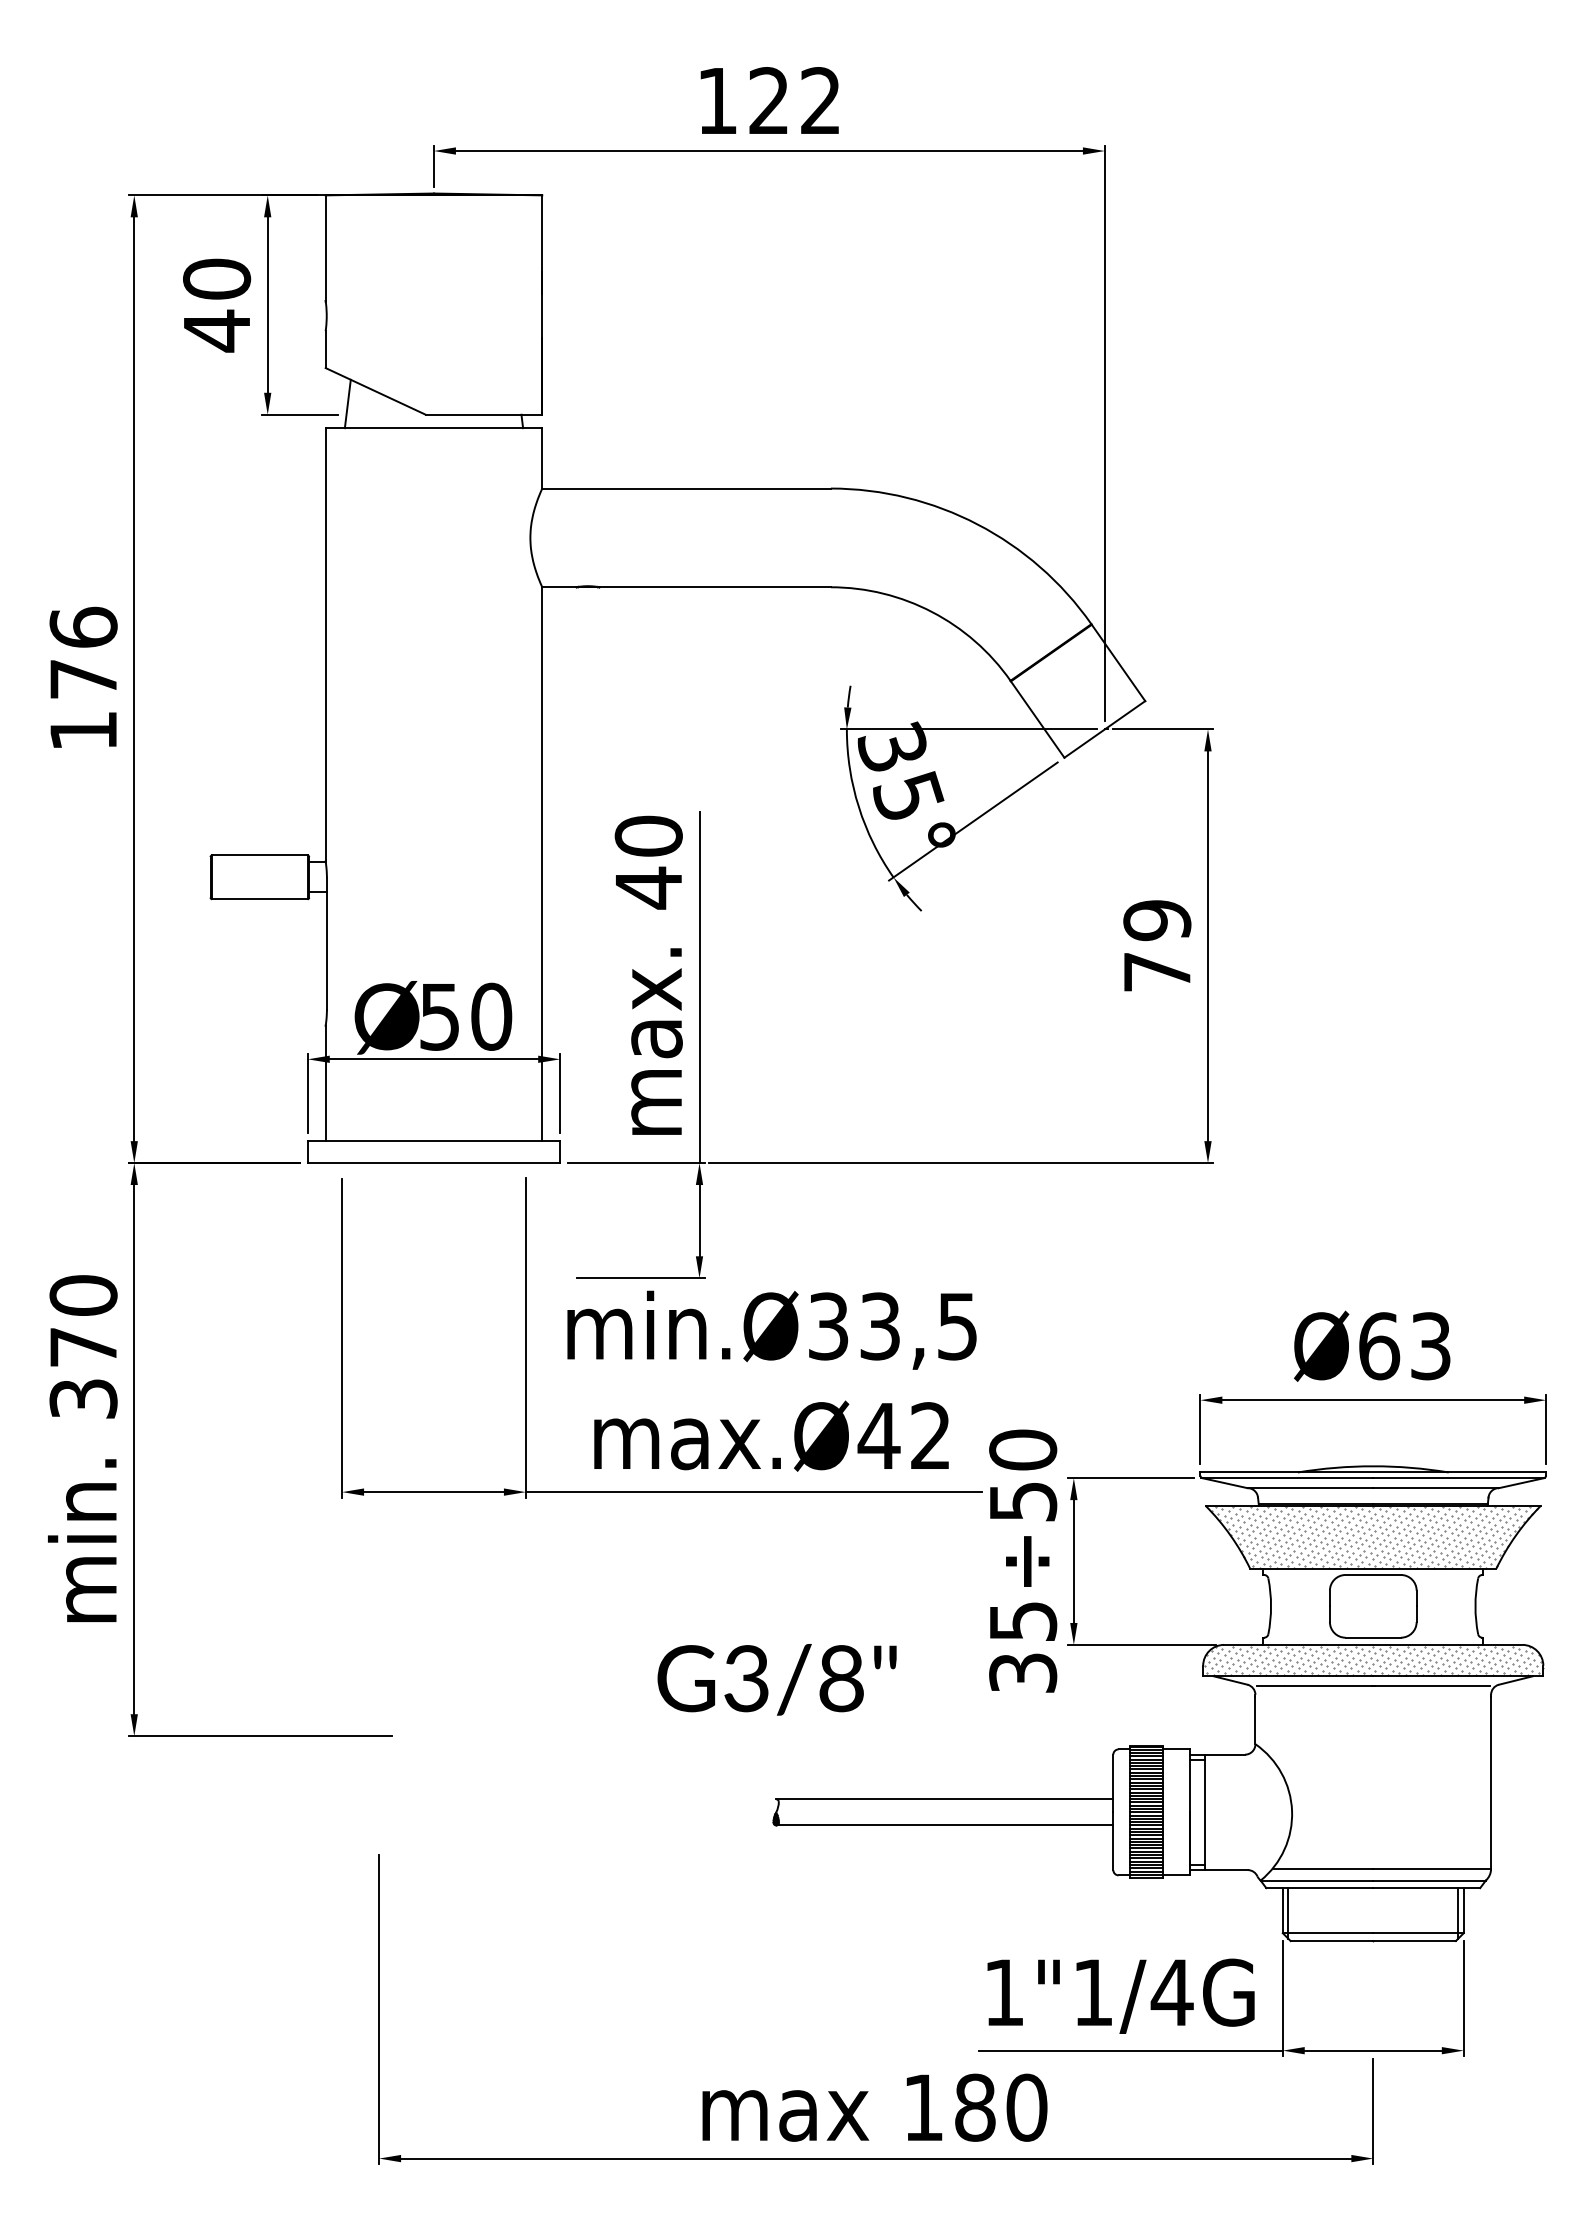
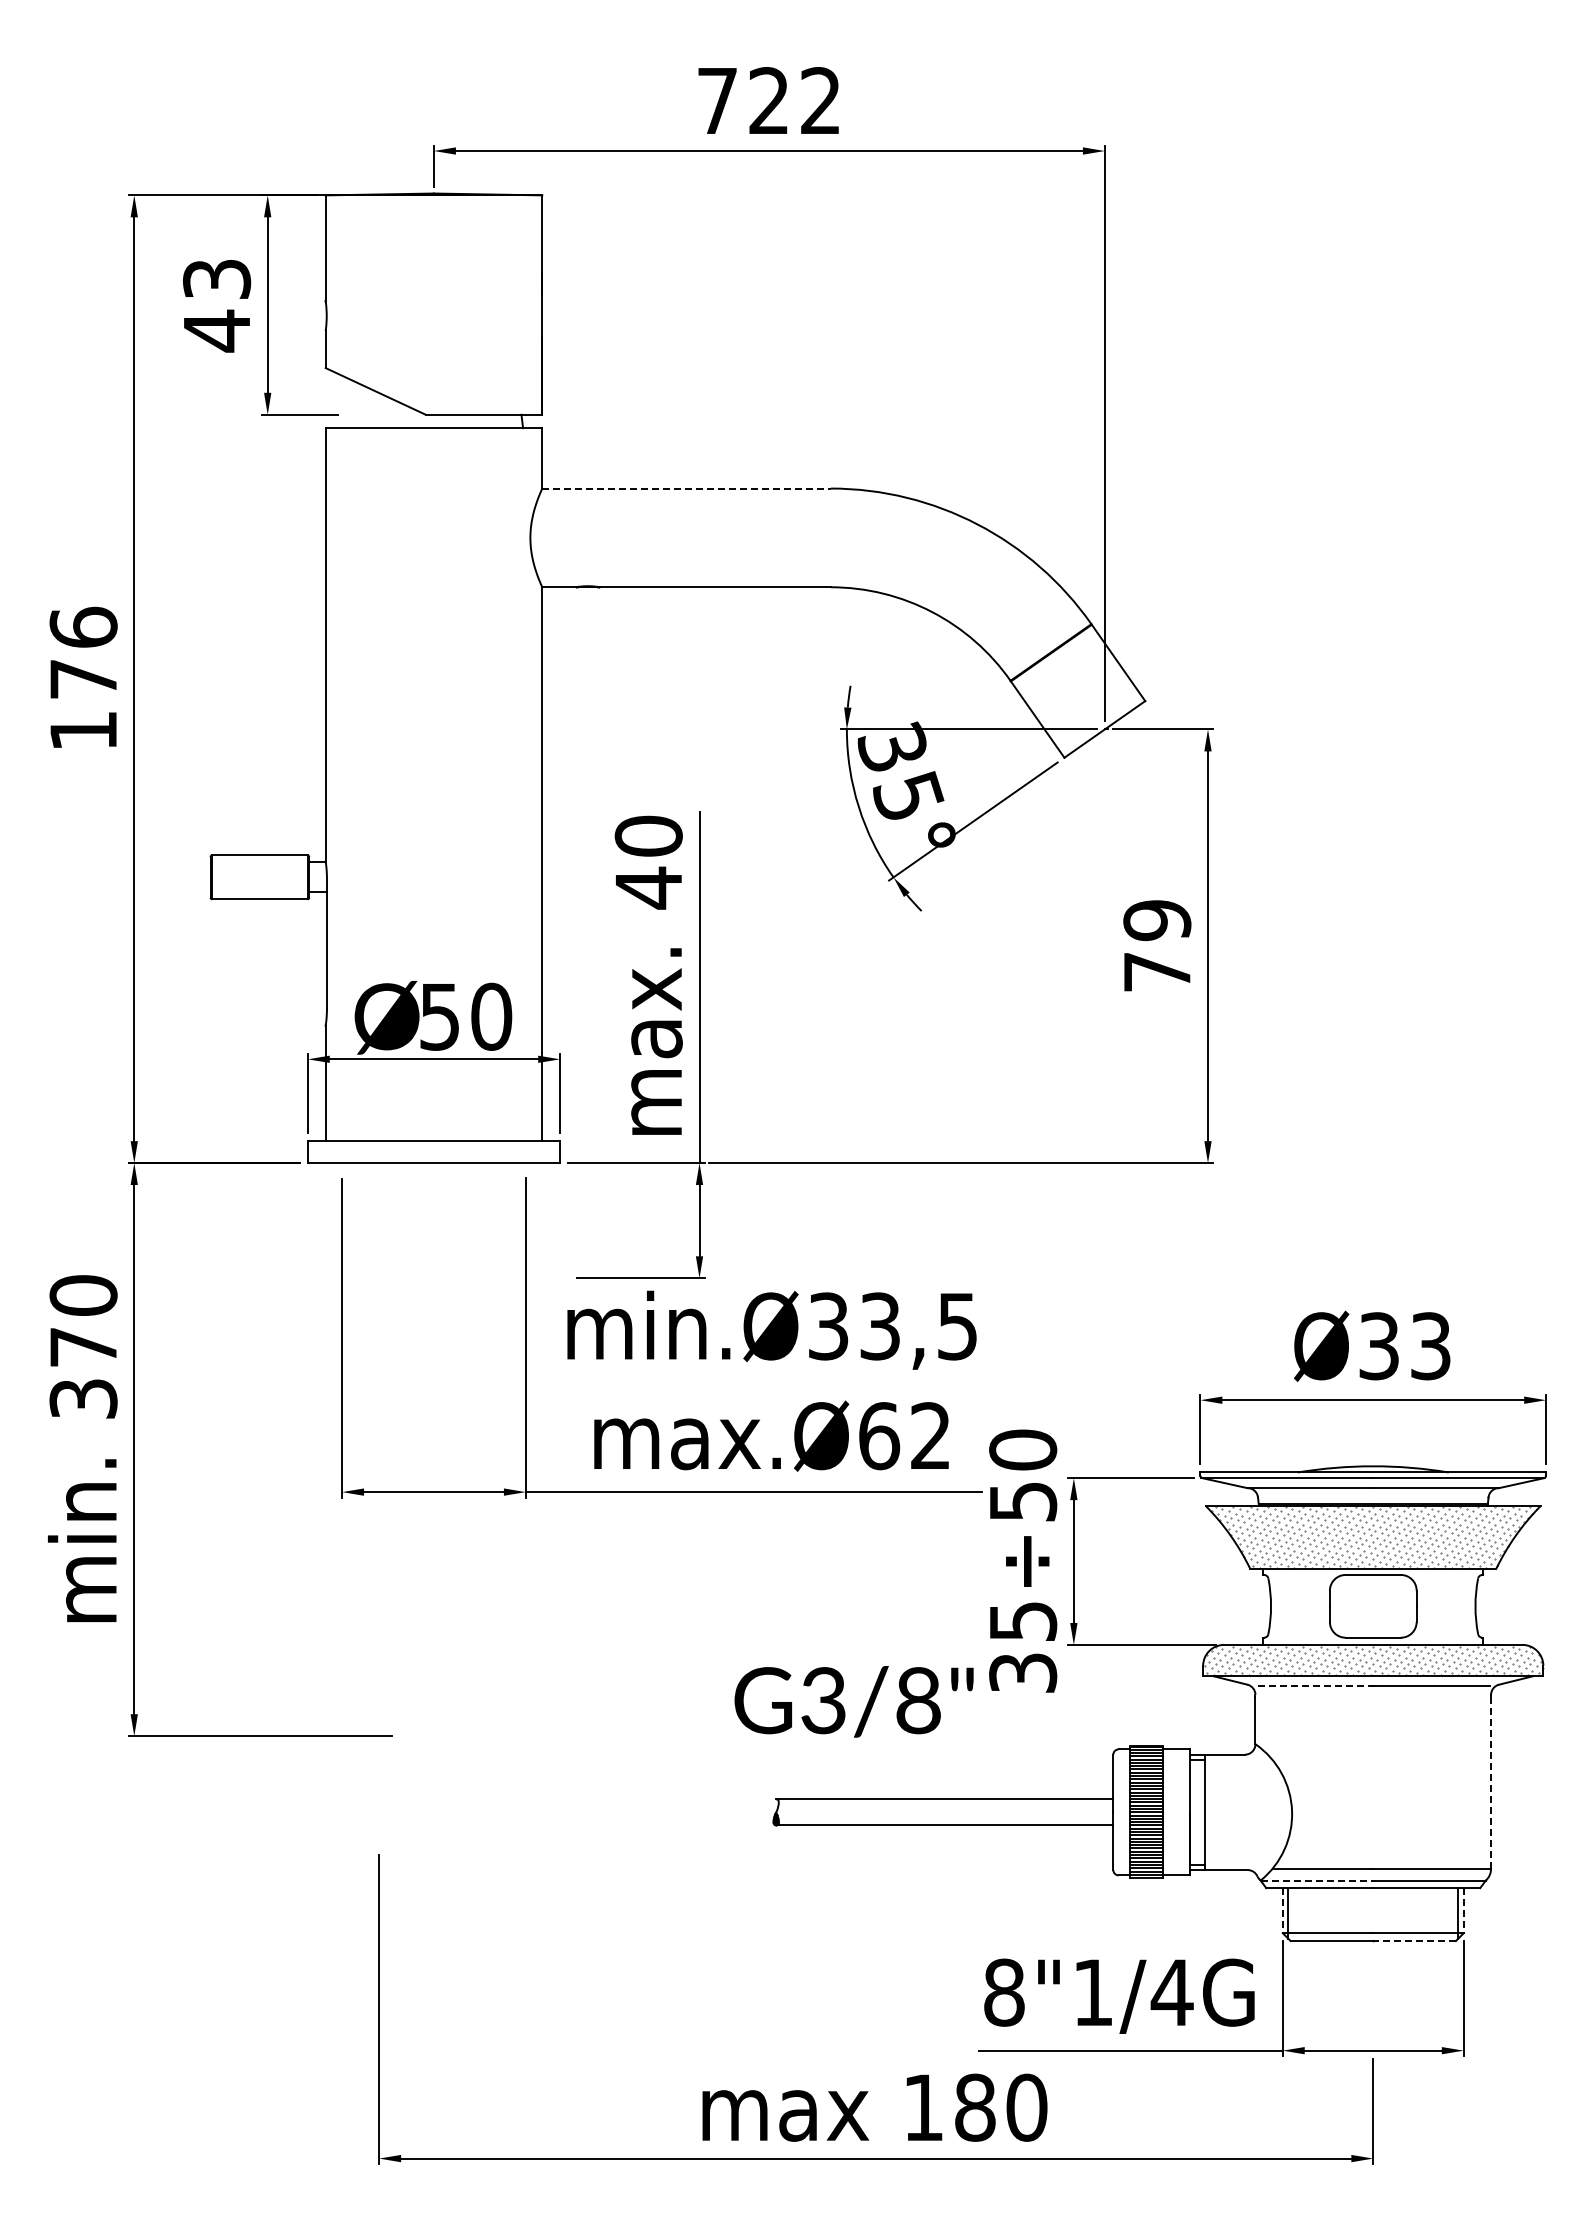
text at (717, 100): 122 -> 722
text at (217, 278): 40 -> 43
line at (347, 403): present -> none
line at (687, 488): solid -> dashed
text at (1379, 1346): Ø63 -> Ø33
text at (878, 1436): max.Ø42 -> max.Ø62
text at (776, 1679) position: (776, 1679) -> (853, 1701)
line at (1315, 1686): solid -> dashed
line at (1491, 1783): solid -> dashed
line at (1317, 1880): solid -> dashed
line at (1282, 1910): solid -> dashed
line at (1463, 1910): solid -> dashed
line at (1414, 1941): solid -> dashed
text at (1004, 1992): 1"1/4G -> 8"1/4G
